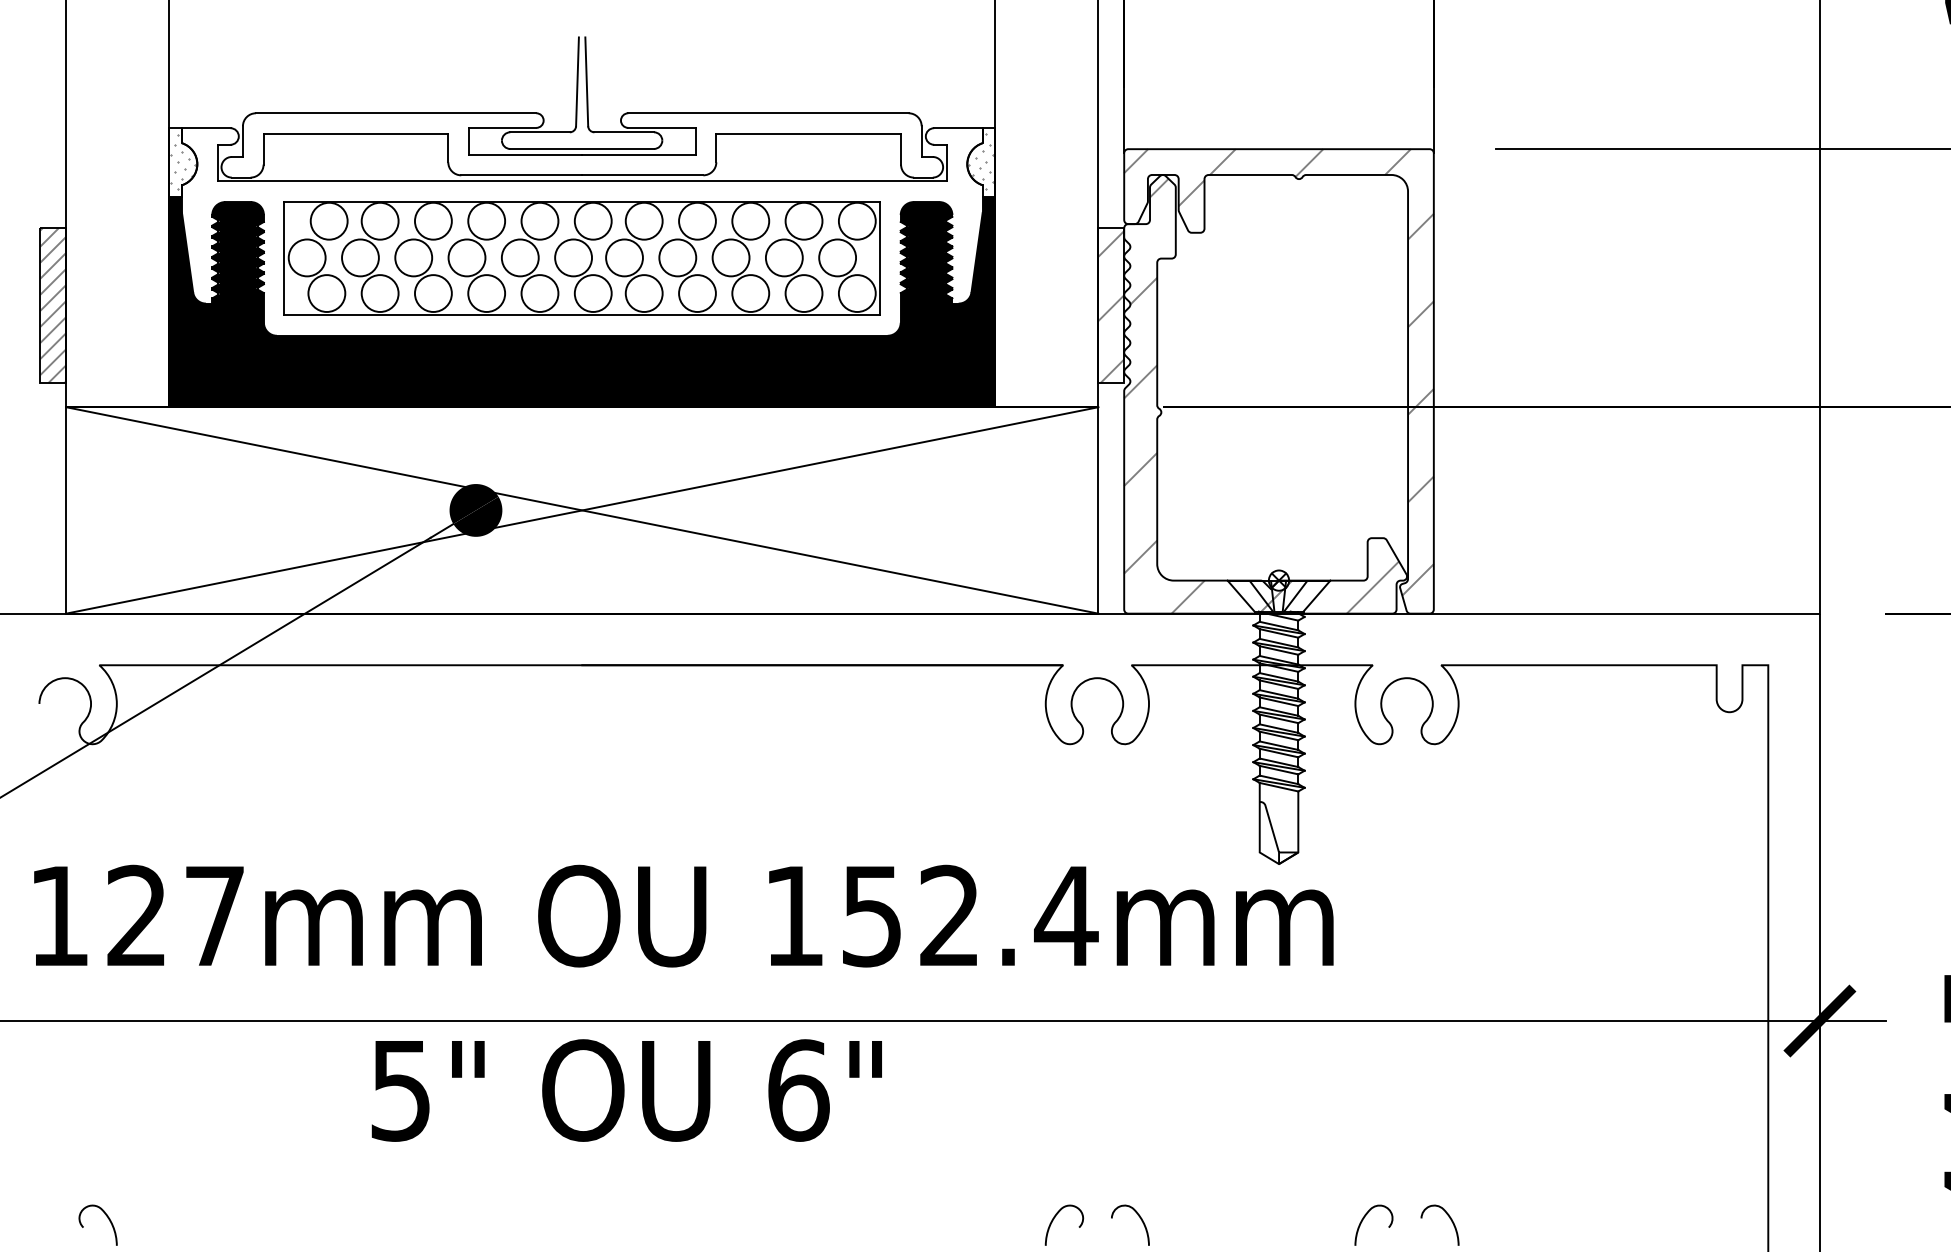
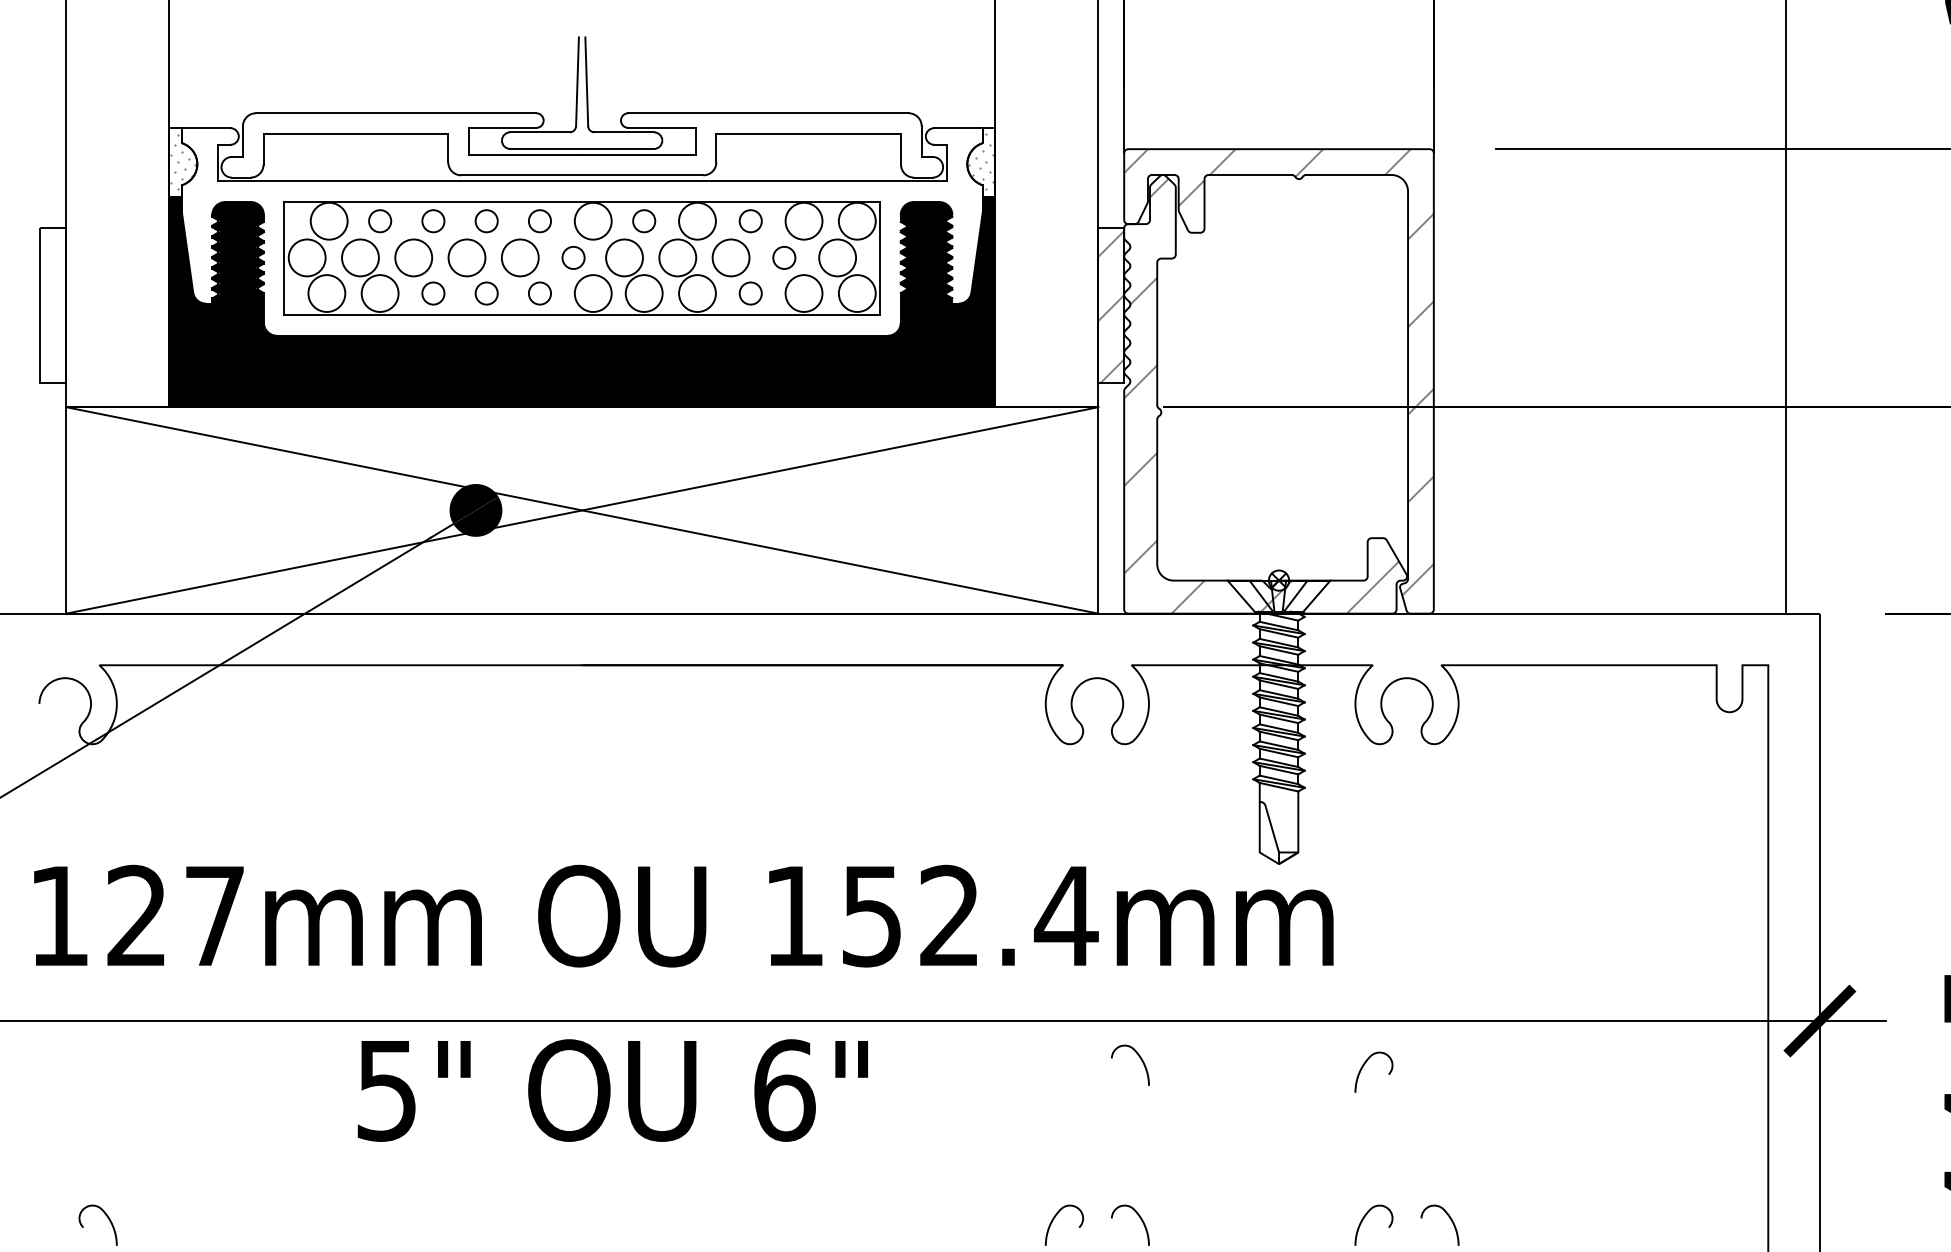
circle at (379, 220) diameter: 37 px -> 22 px
circle at (432, 220) diameter: 37 px -> 22 px
circle at (486, 220) diameter: 37 px -> 22 px
circle at (539, 220) diameter: 37 px -> 22 px
circle at (643, 220) diameter: 37 px -> 22 px
circle at (750, 220) diameter: 37 px -> 22 px
circle at (573, 257) diameter: 37 px -> 22 px
circle at (783, 257) diameter: 37 px -> 22 px
circle at (432, 293) diameter: 37 px -> 22 px
circle at (486, 293) diameter: 37 px -> 22 px
circle at (539, 293) diameter: 37 px -> 22 px
circle at (750, 293) diameter: 37 px -> 22 px
hatch at (53, 305): present -> none
line at (1819, 307) position: (1819, 307) -> (1785, 307)
curve at (1140, 1059): none -> present
curve at (1365, 1064): none -> present
text at (626, 1090) position: (626, 1090) -> (612, 1090)
